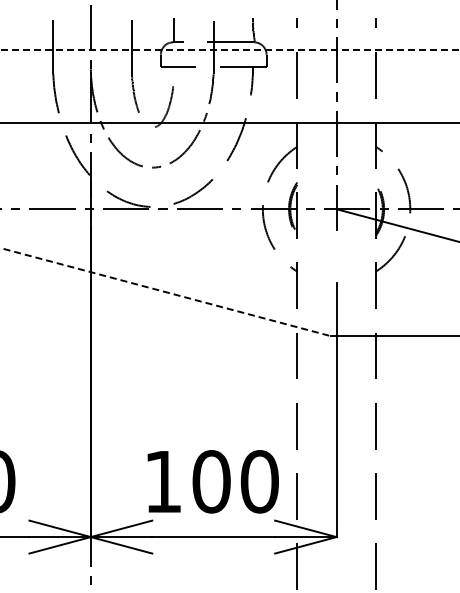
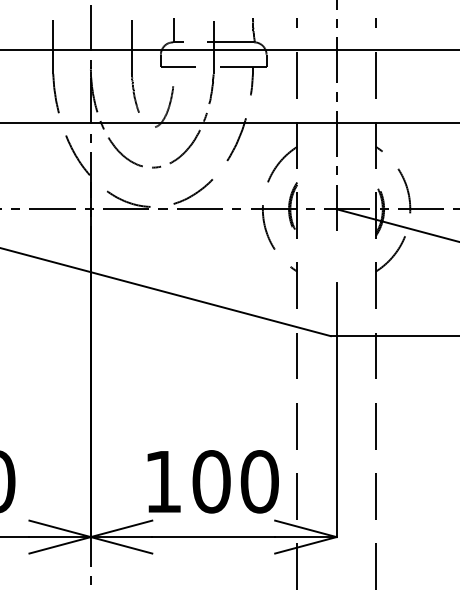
line at (230, 49): dashed -> solid
line at (165, 292): dashed -> solid
